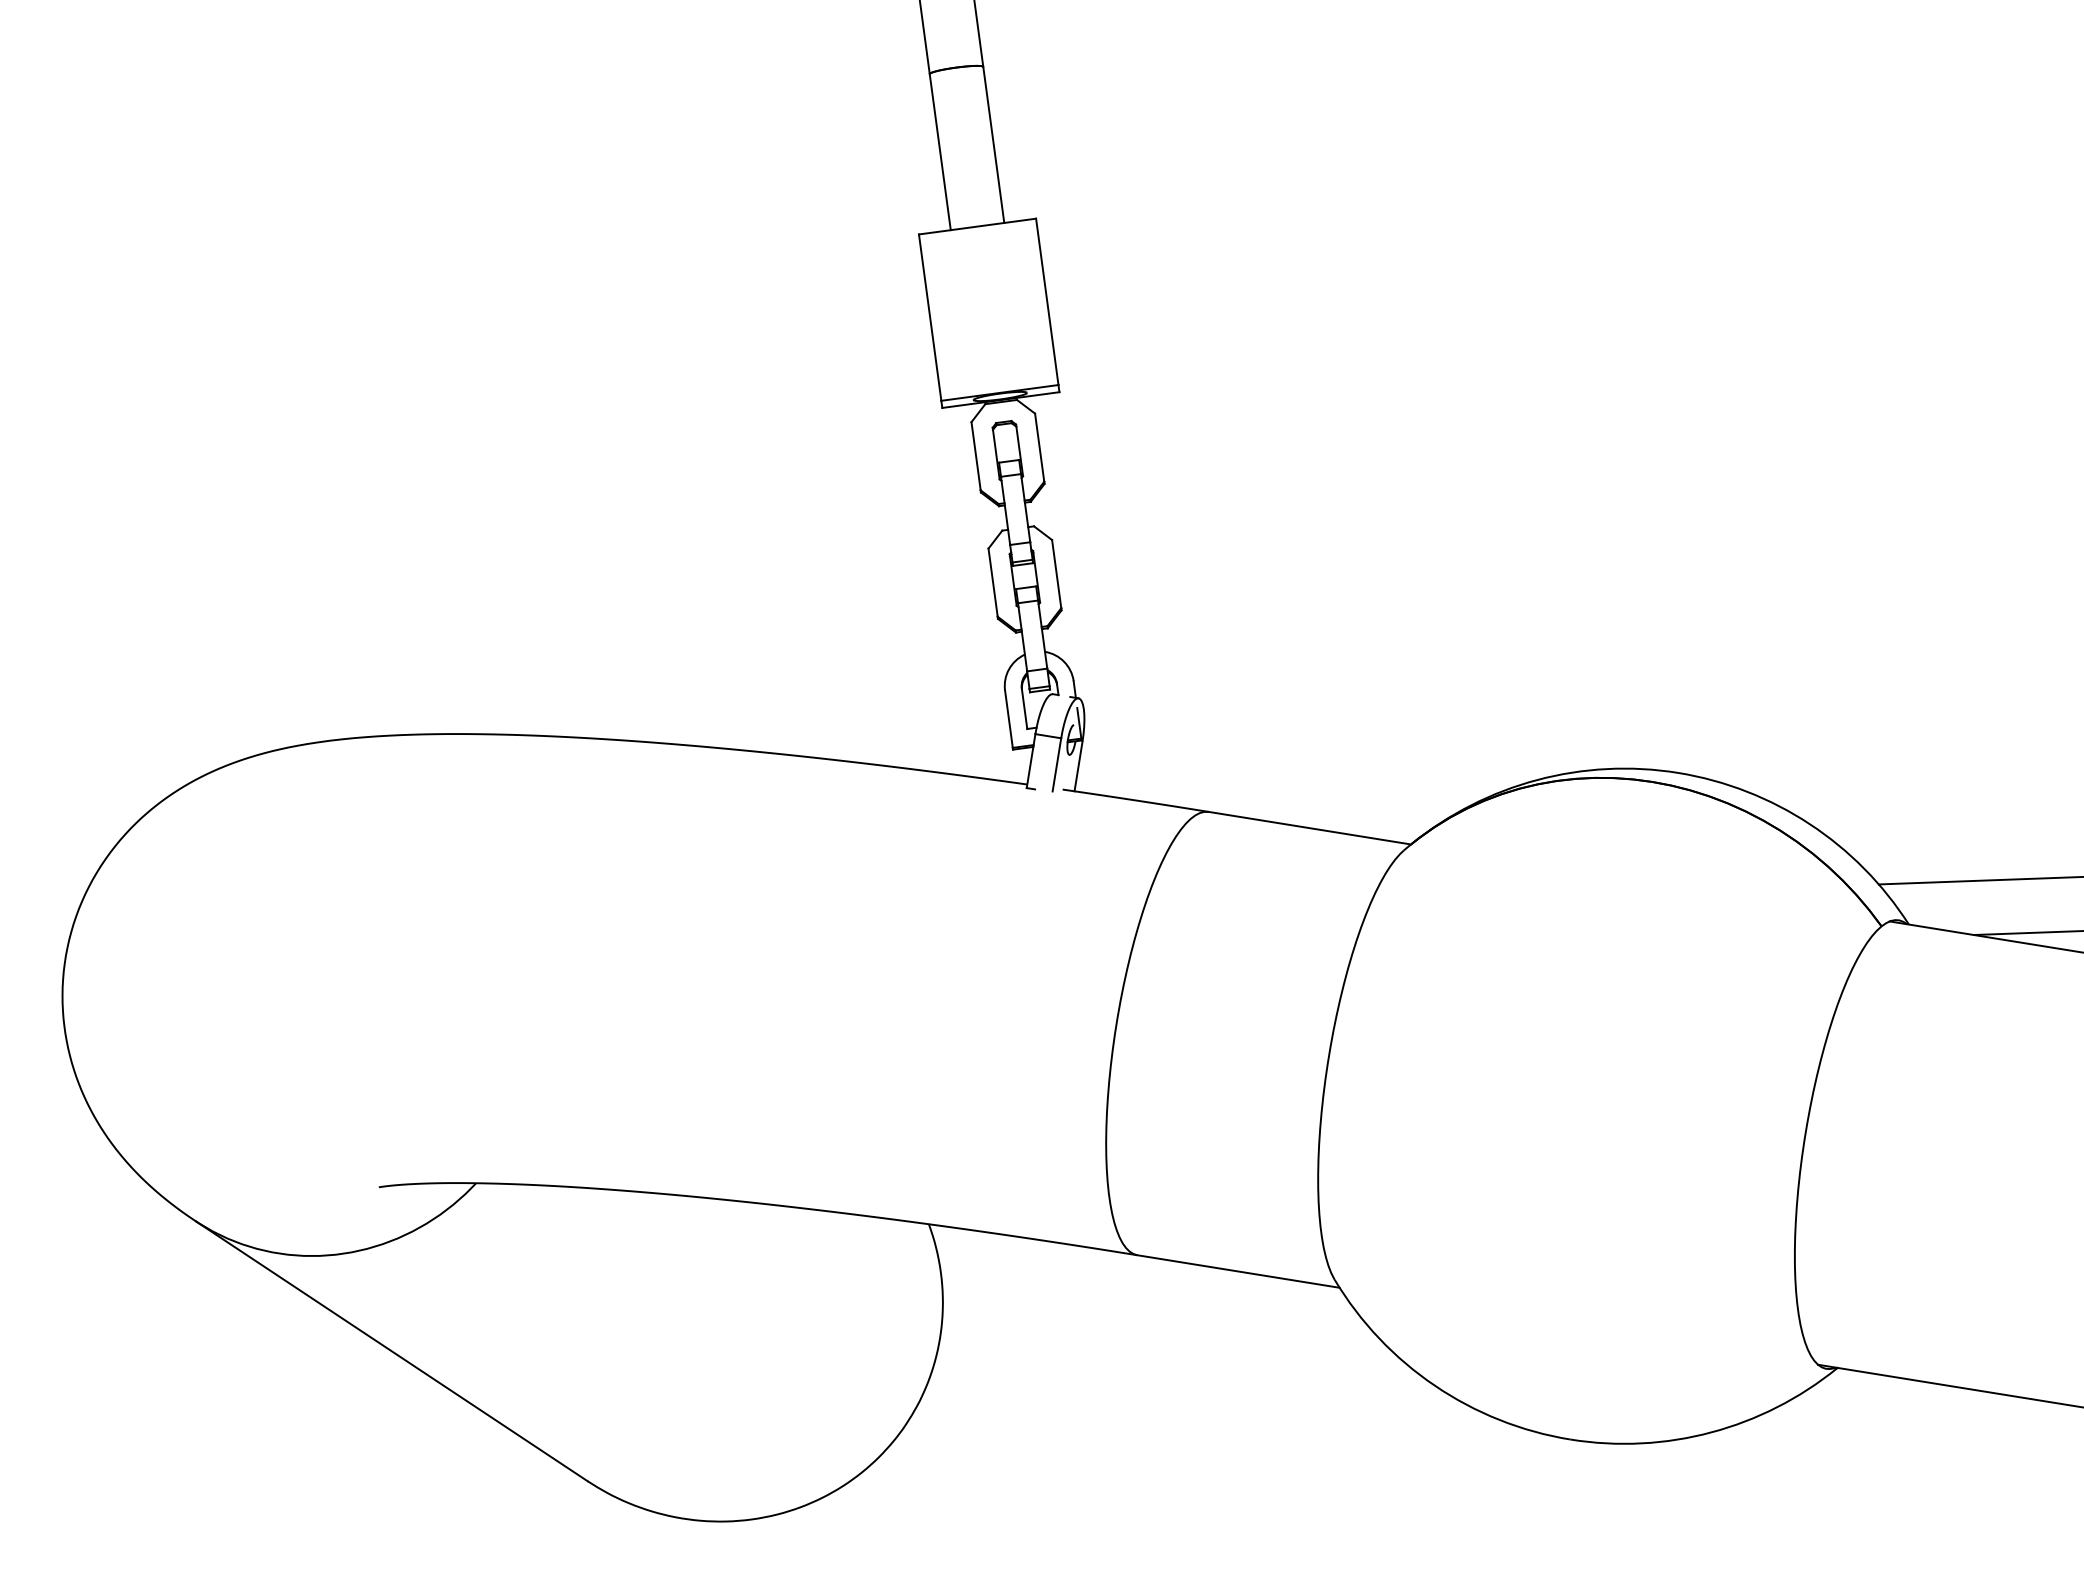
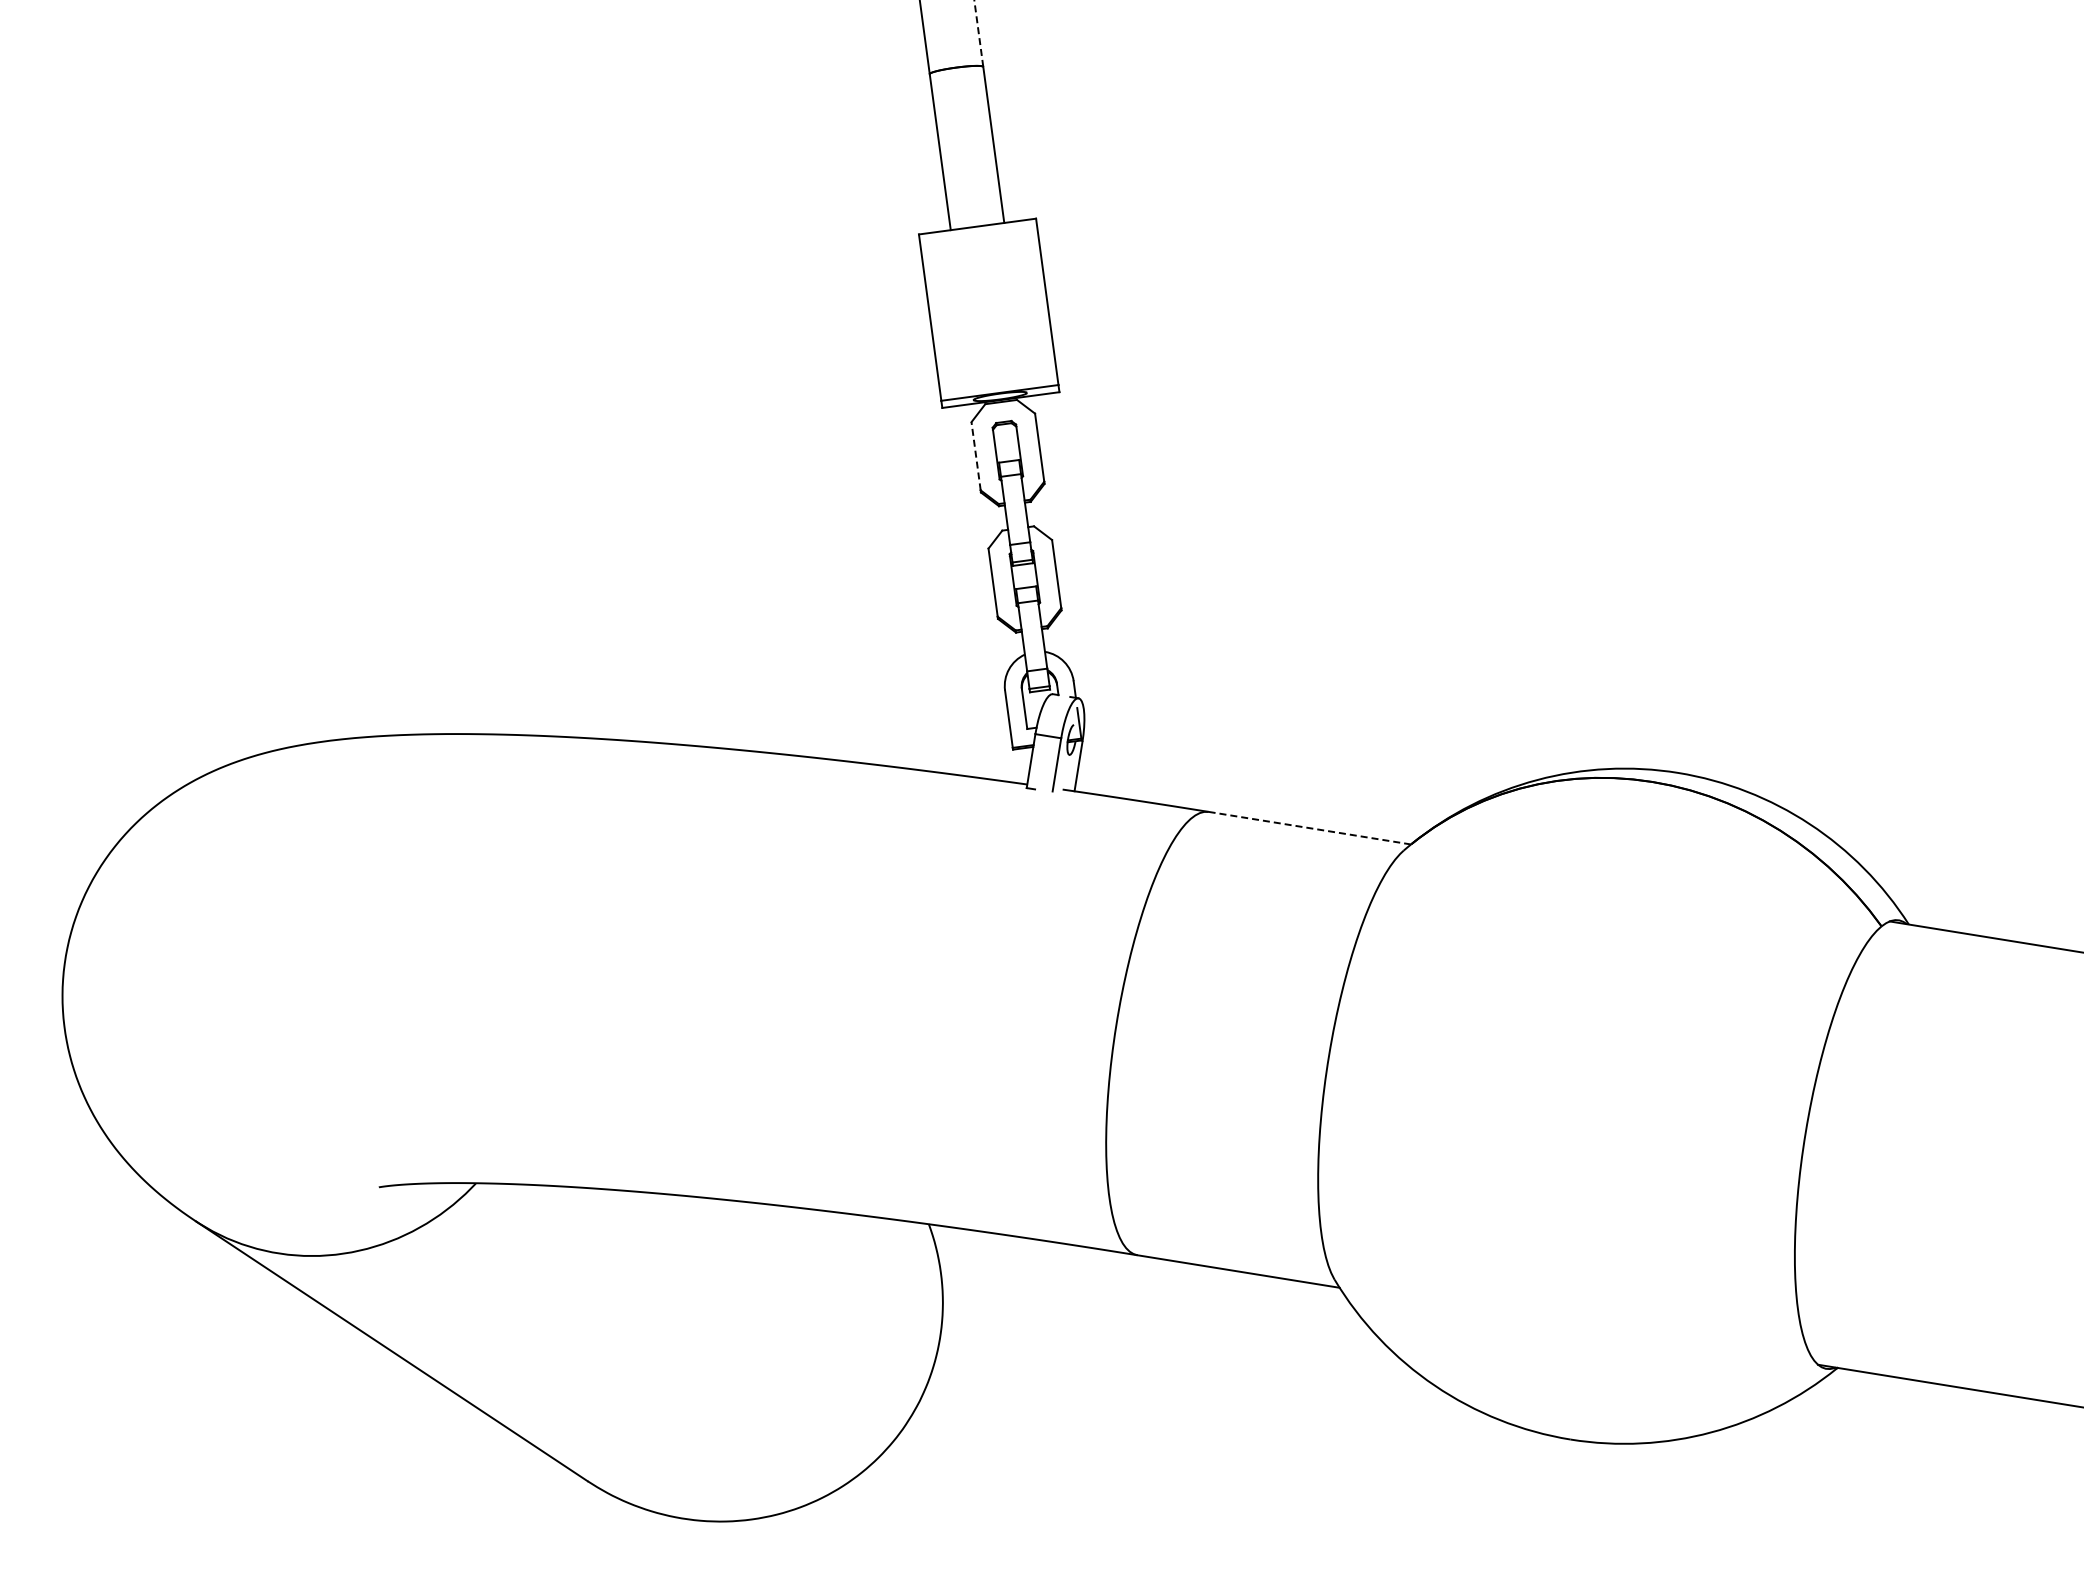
line at (978, 33): solid -> dashed
line at (976, 455): solid -> dashed
line at (1309, 828): solid -> dashed
line at (1979, 880): present -> none
line at (2026, 933): present -> none
